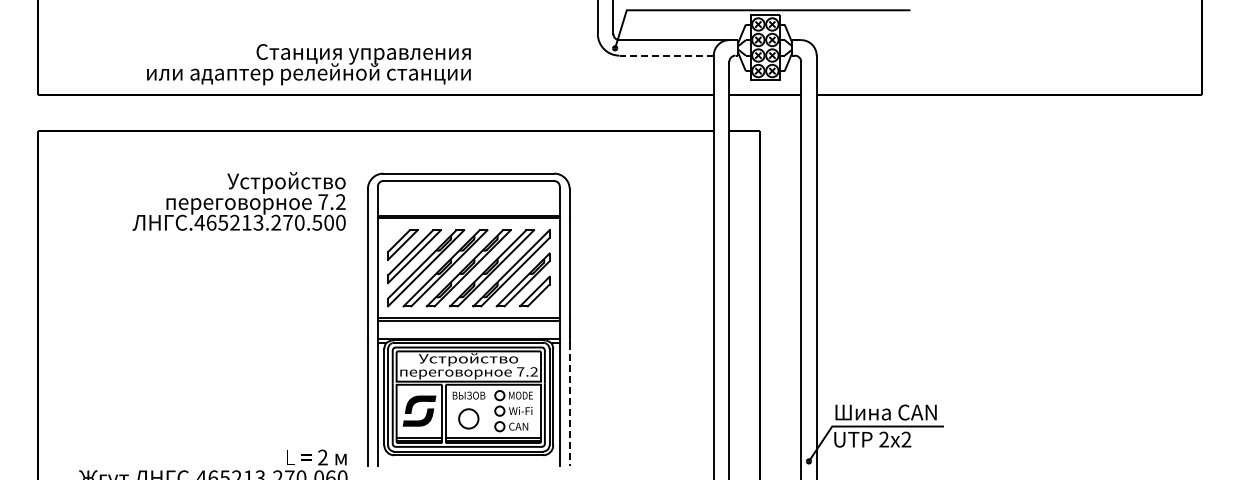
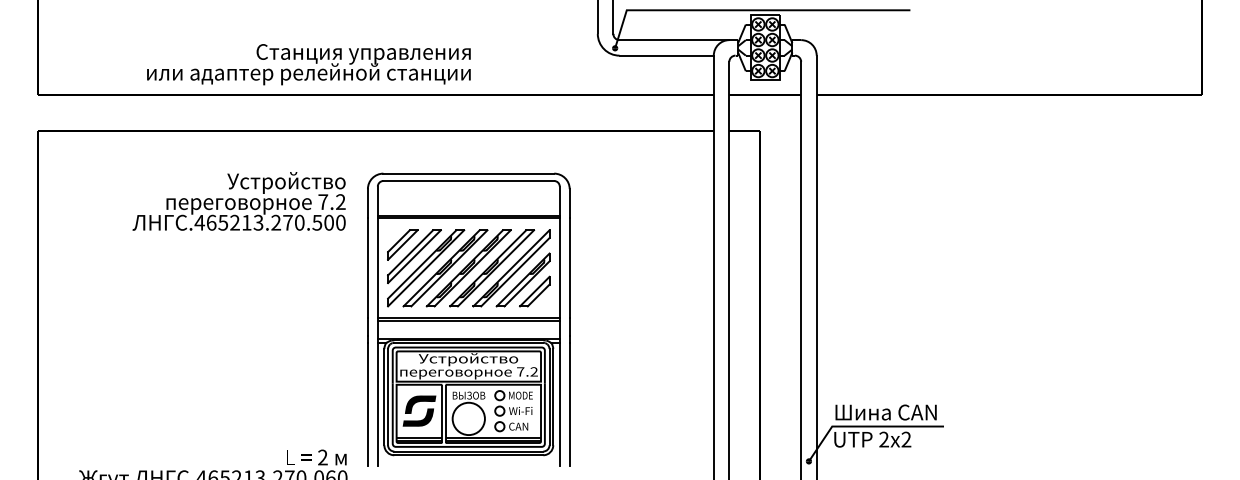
line at (666, 55): dashed -> solid
line at (569, 404): dashed -> solid
circle at (468, 418) diameter: 19 px -> 32 px
